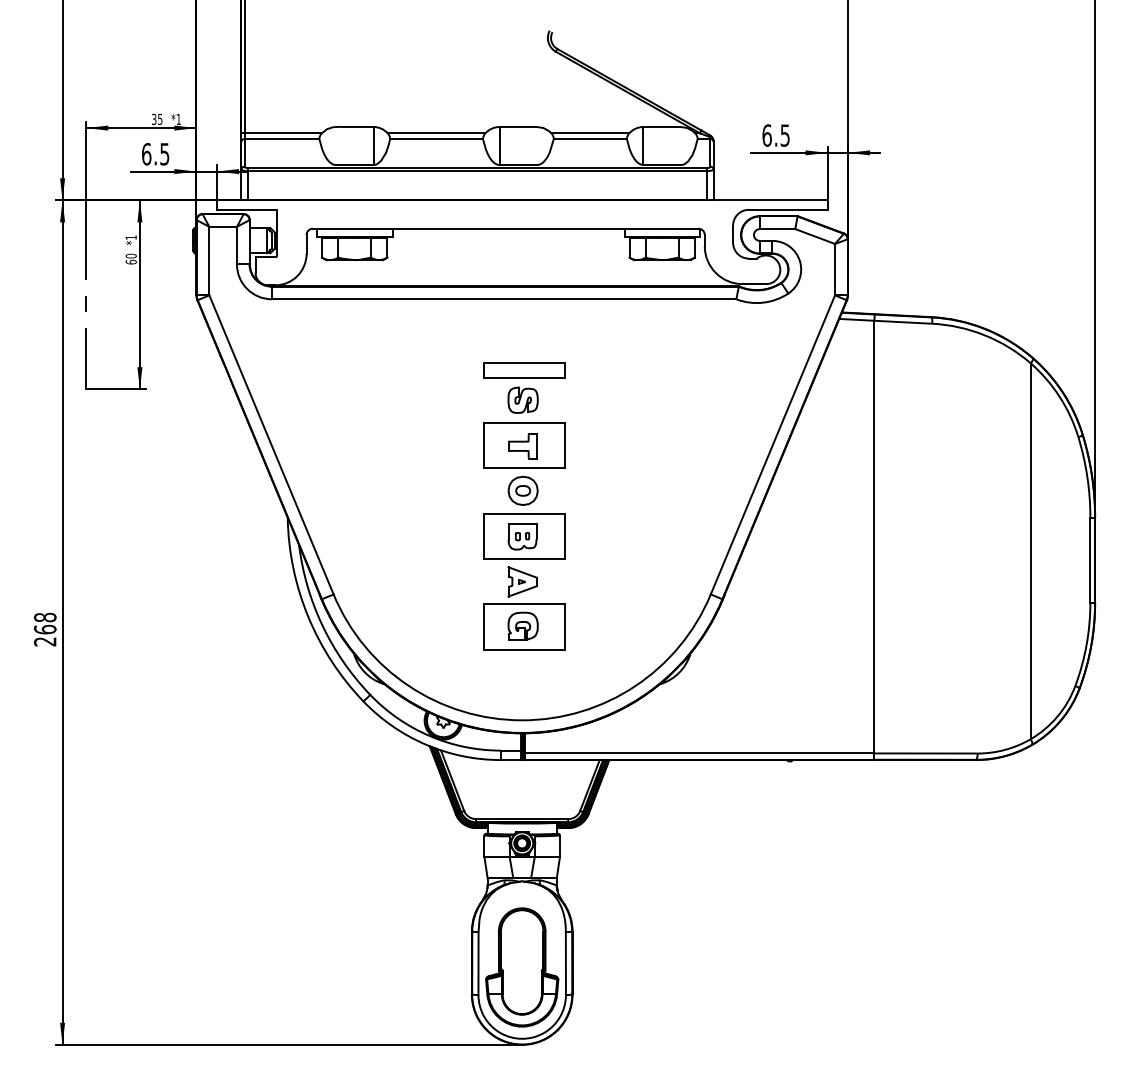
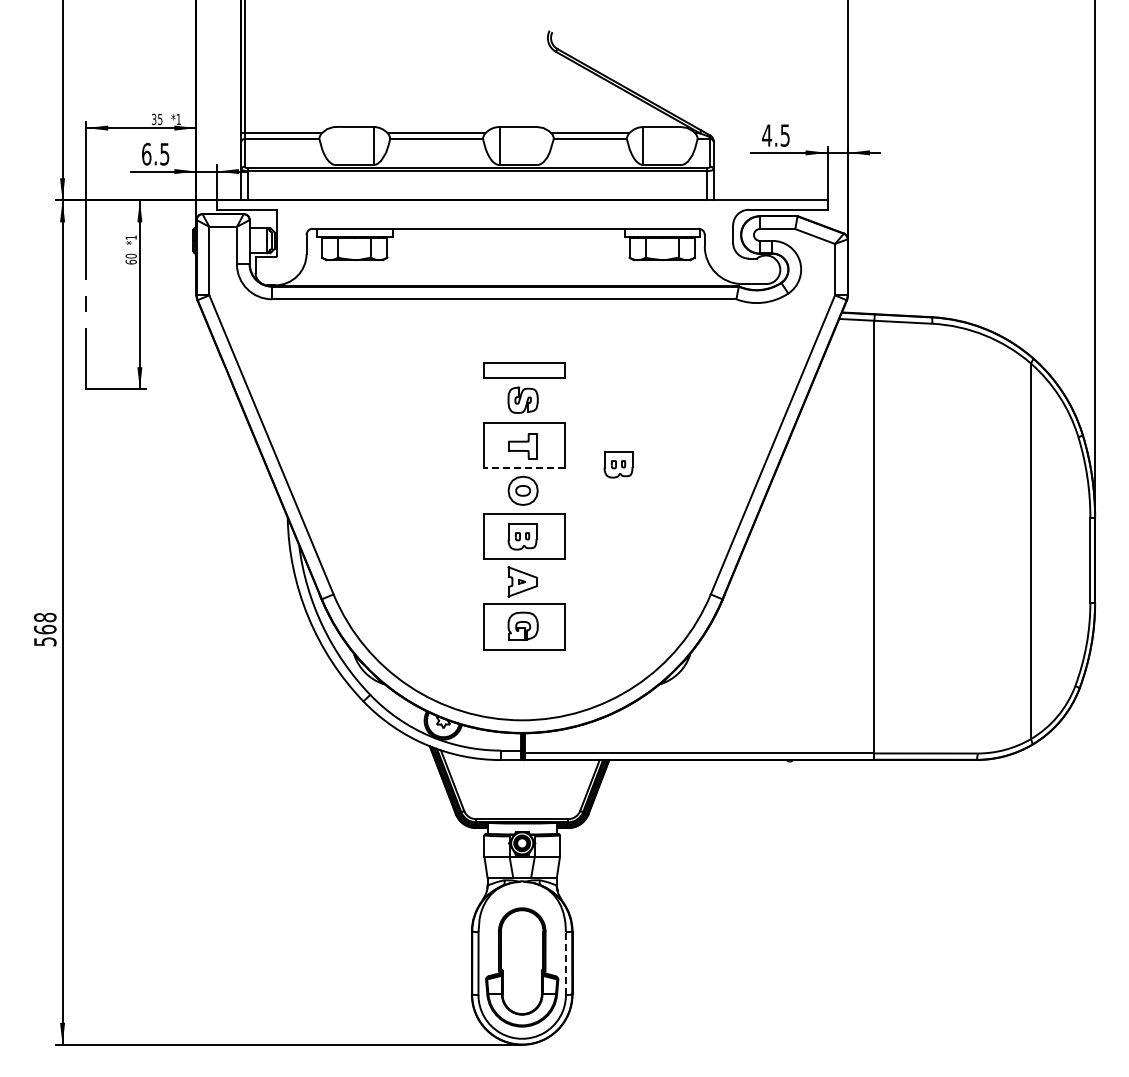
text at (767, 135): 6.5 -> 4.5
part at (618, 464): none -> present
line at (524, 468): solid -> dashed
text at (44, 641): 268 -> 568
line at (565, 963): solid -> dashed
